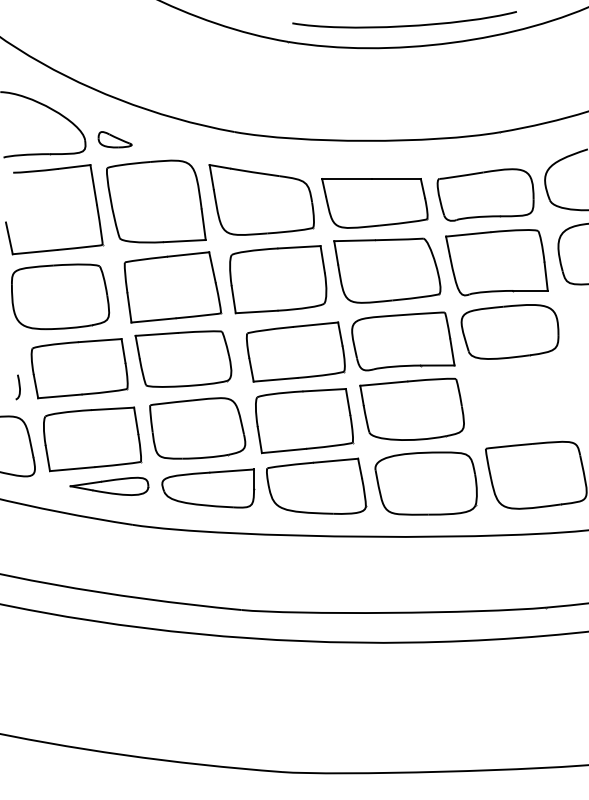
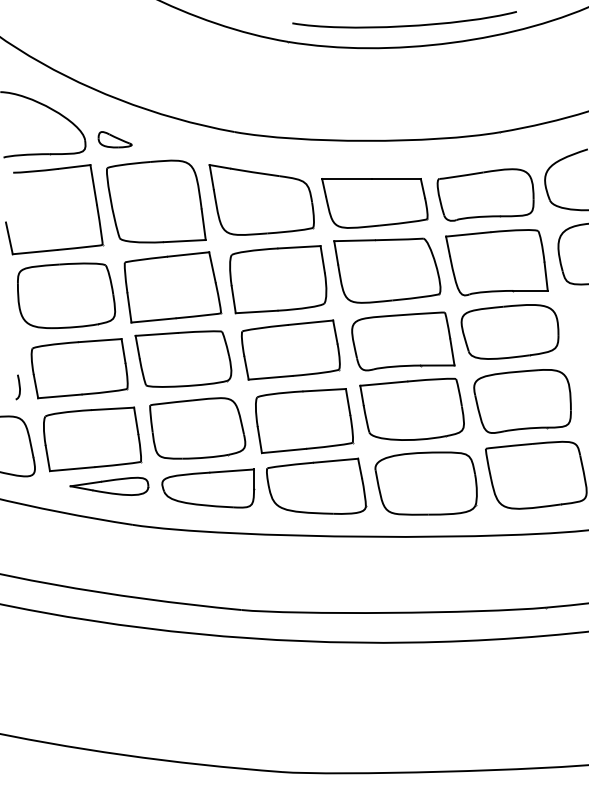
part at (60, 296) position: (60, 296) -> (66, 295)
part at (295, 351) position: (295, 351) -> (290, 349)
part at (522, 401): none -> present
